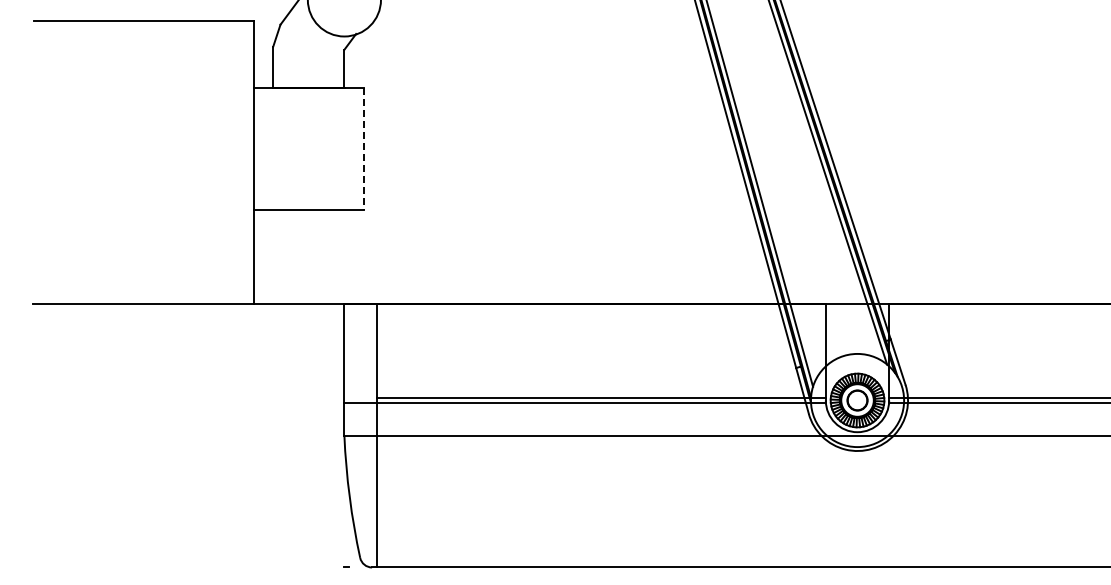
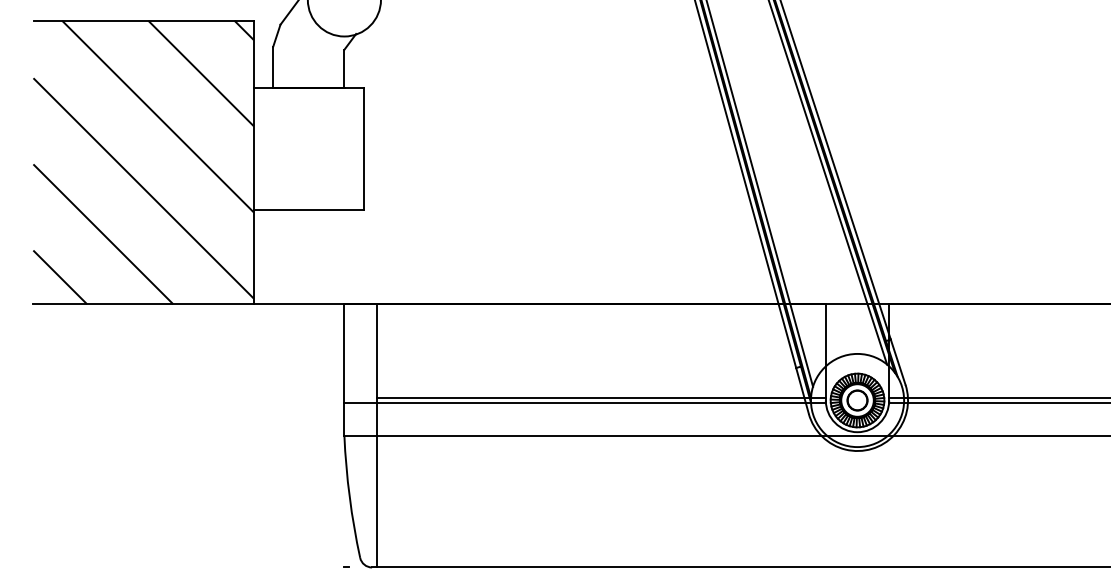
line at (363, 148): dashed -> solid
hatch at (143, 162): none -> present
